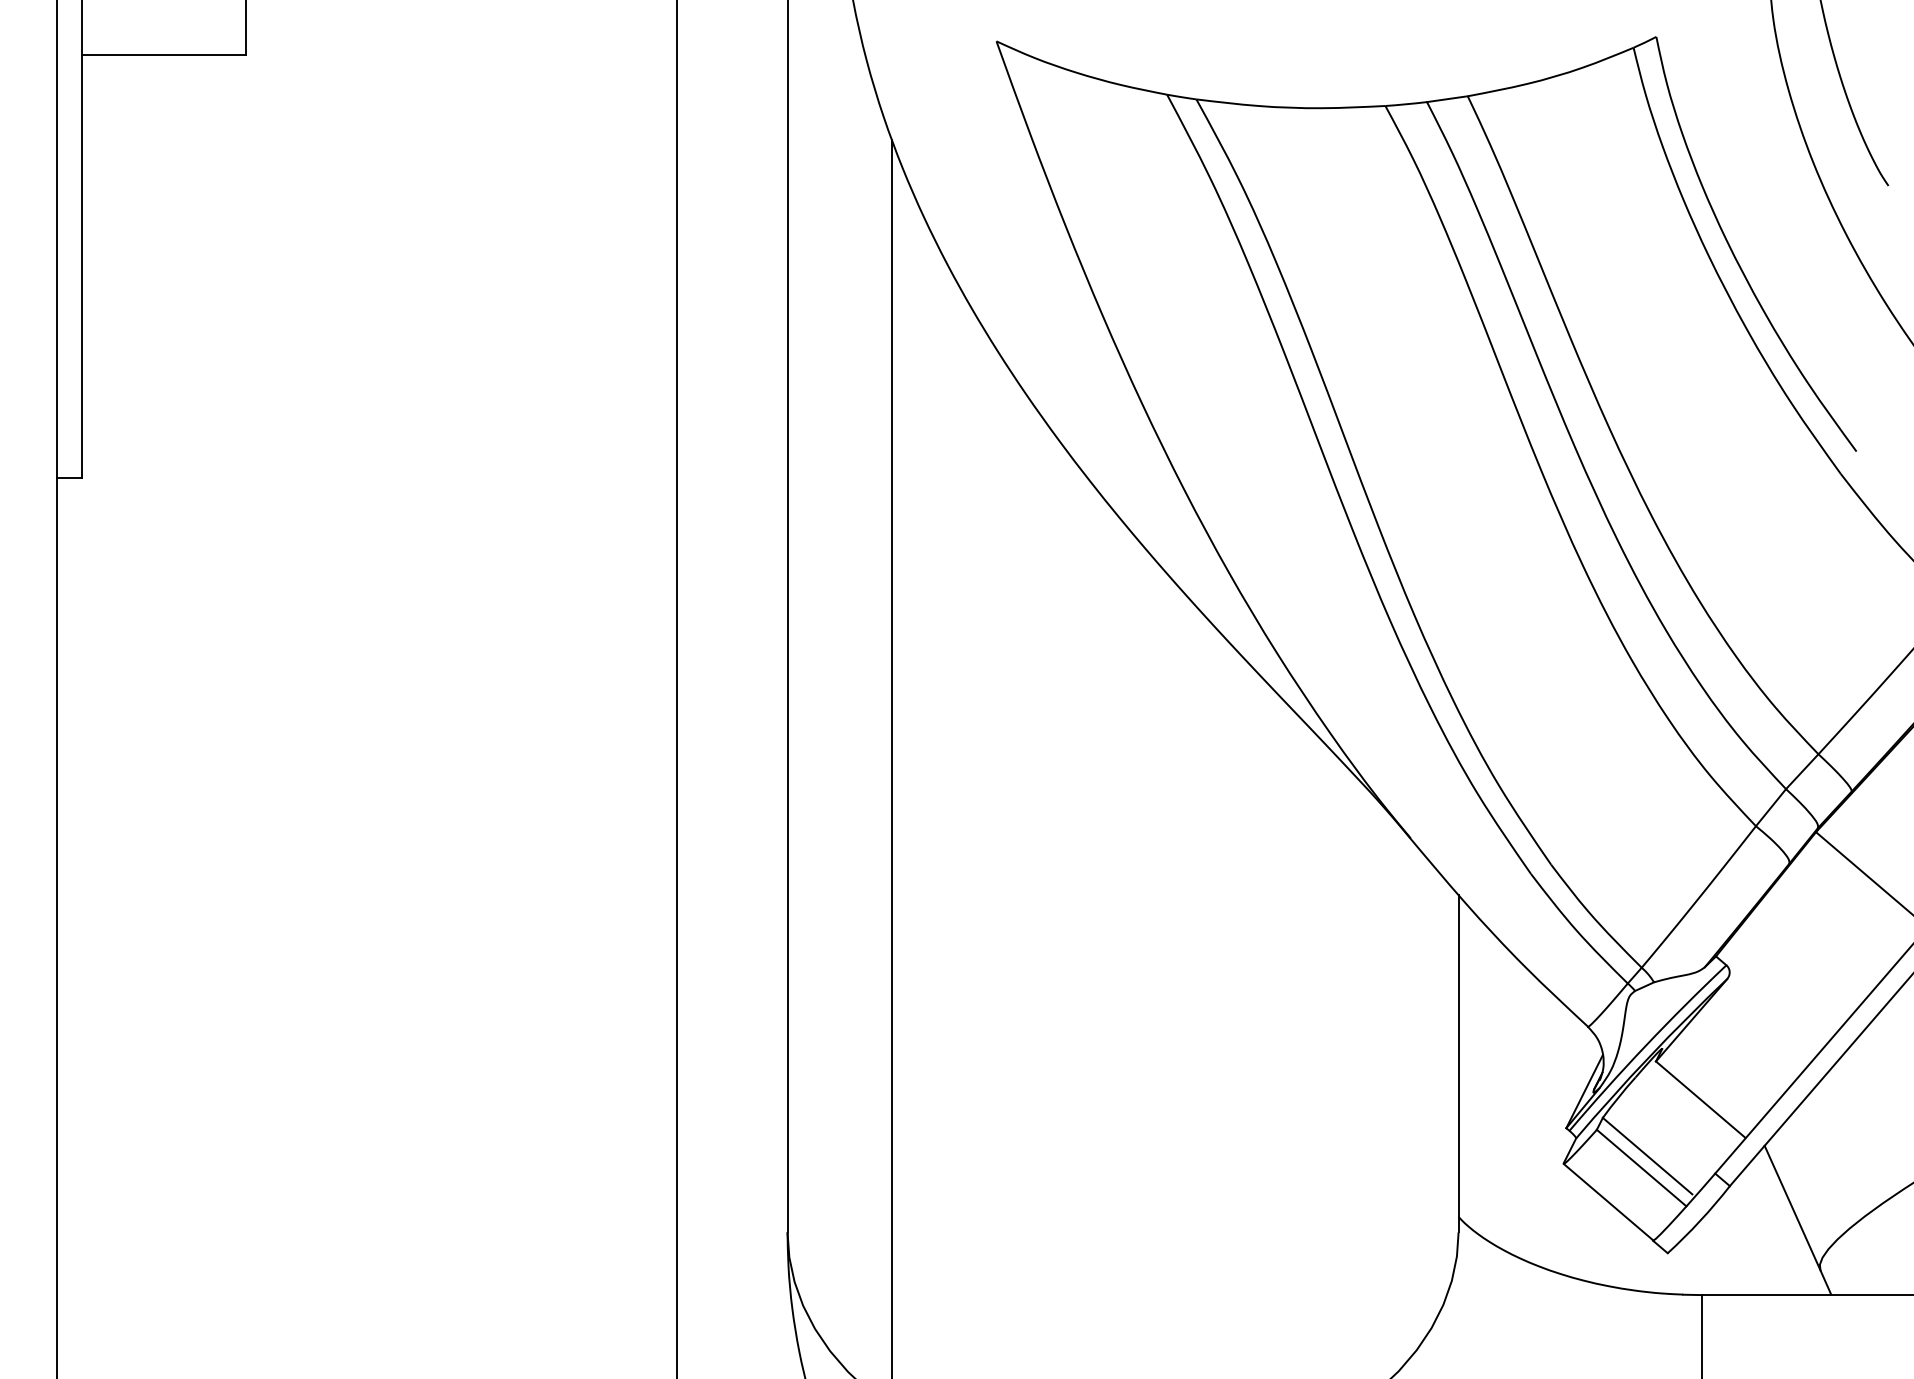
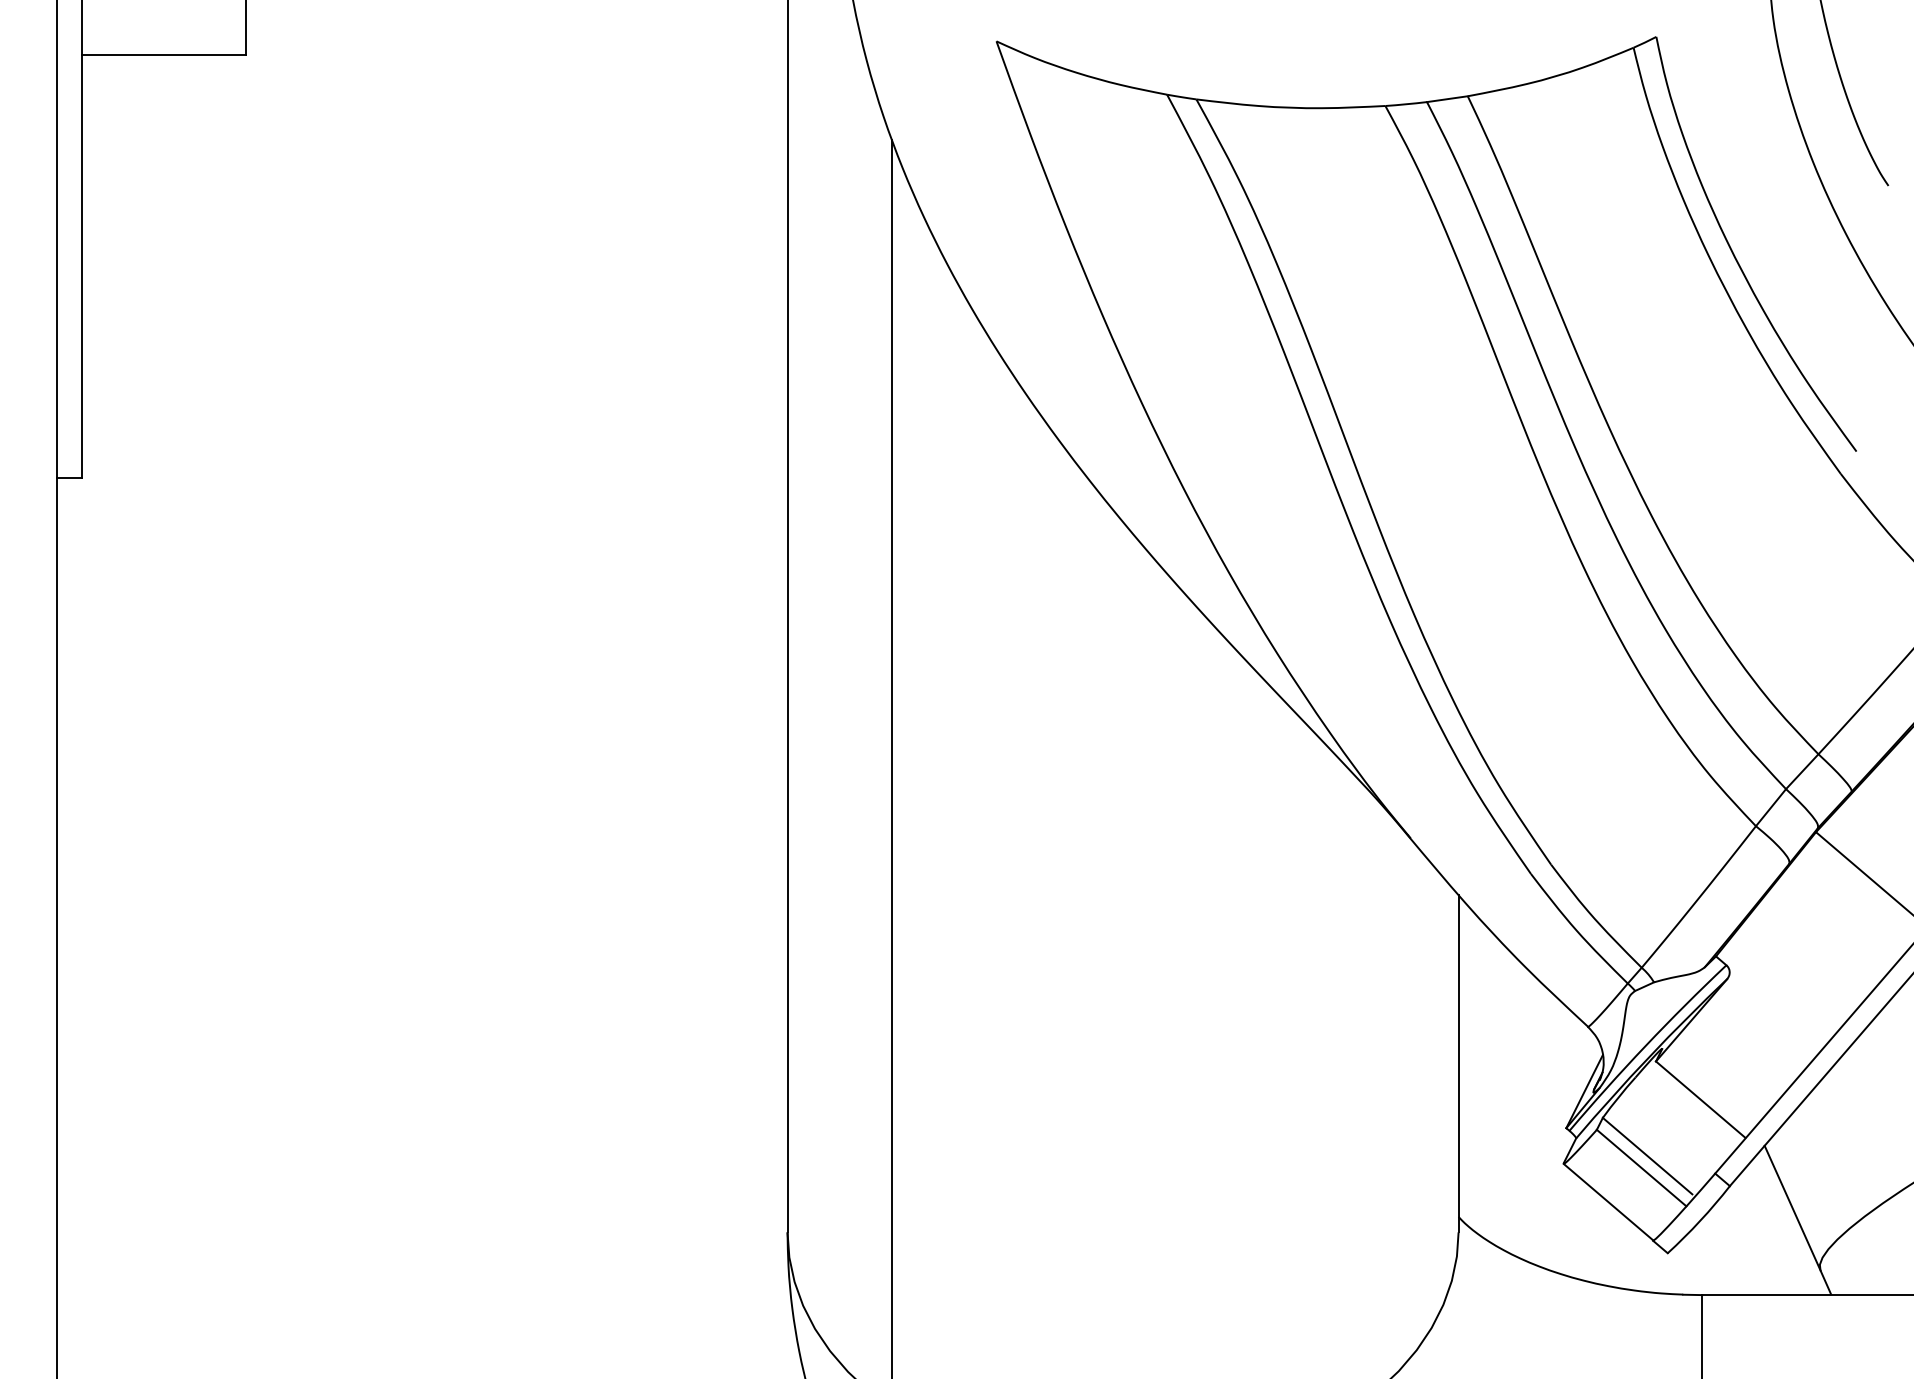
line at (677, 688): present -> none
